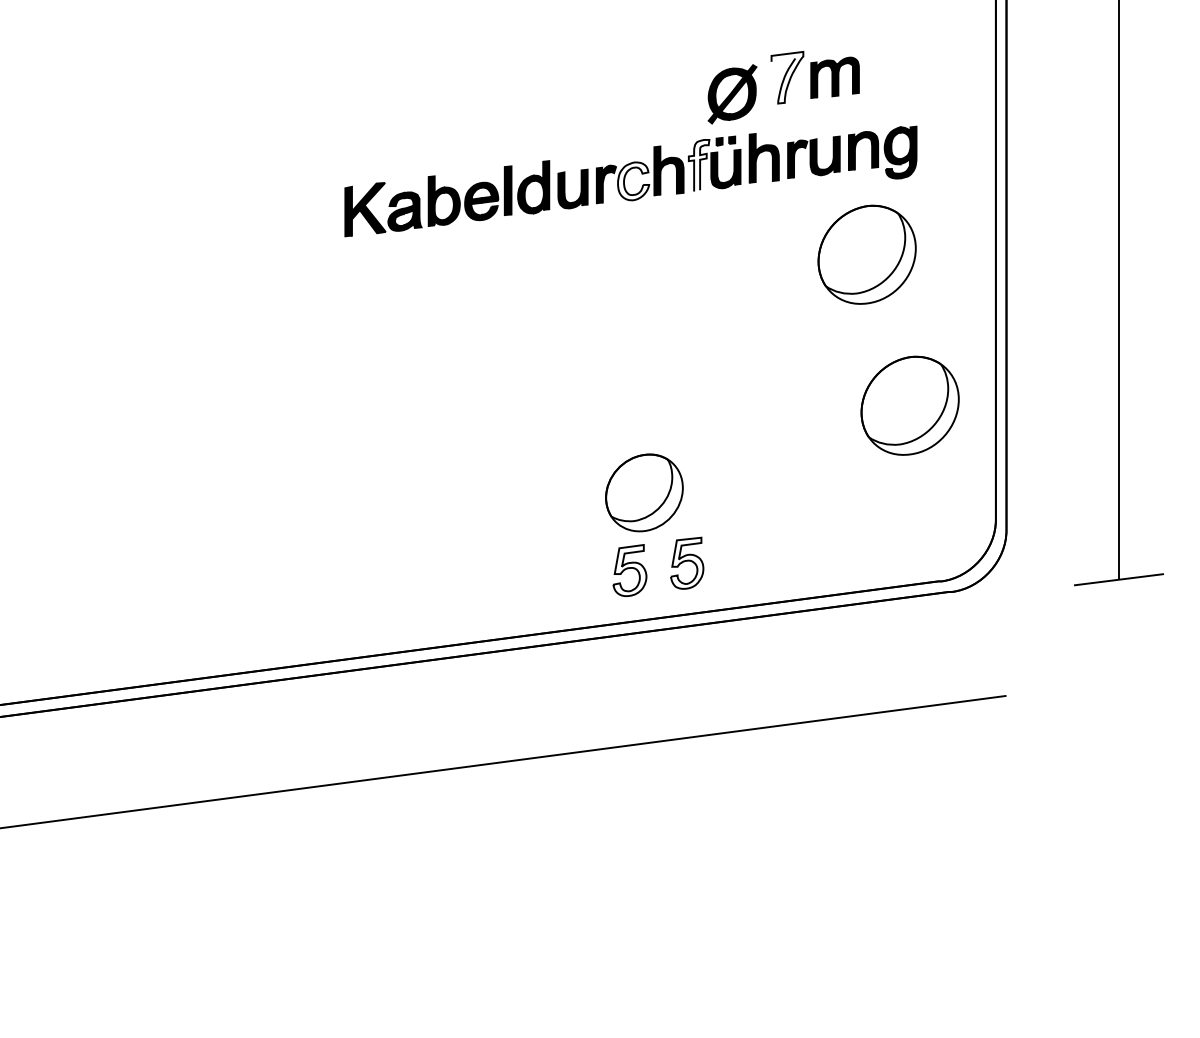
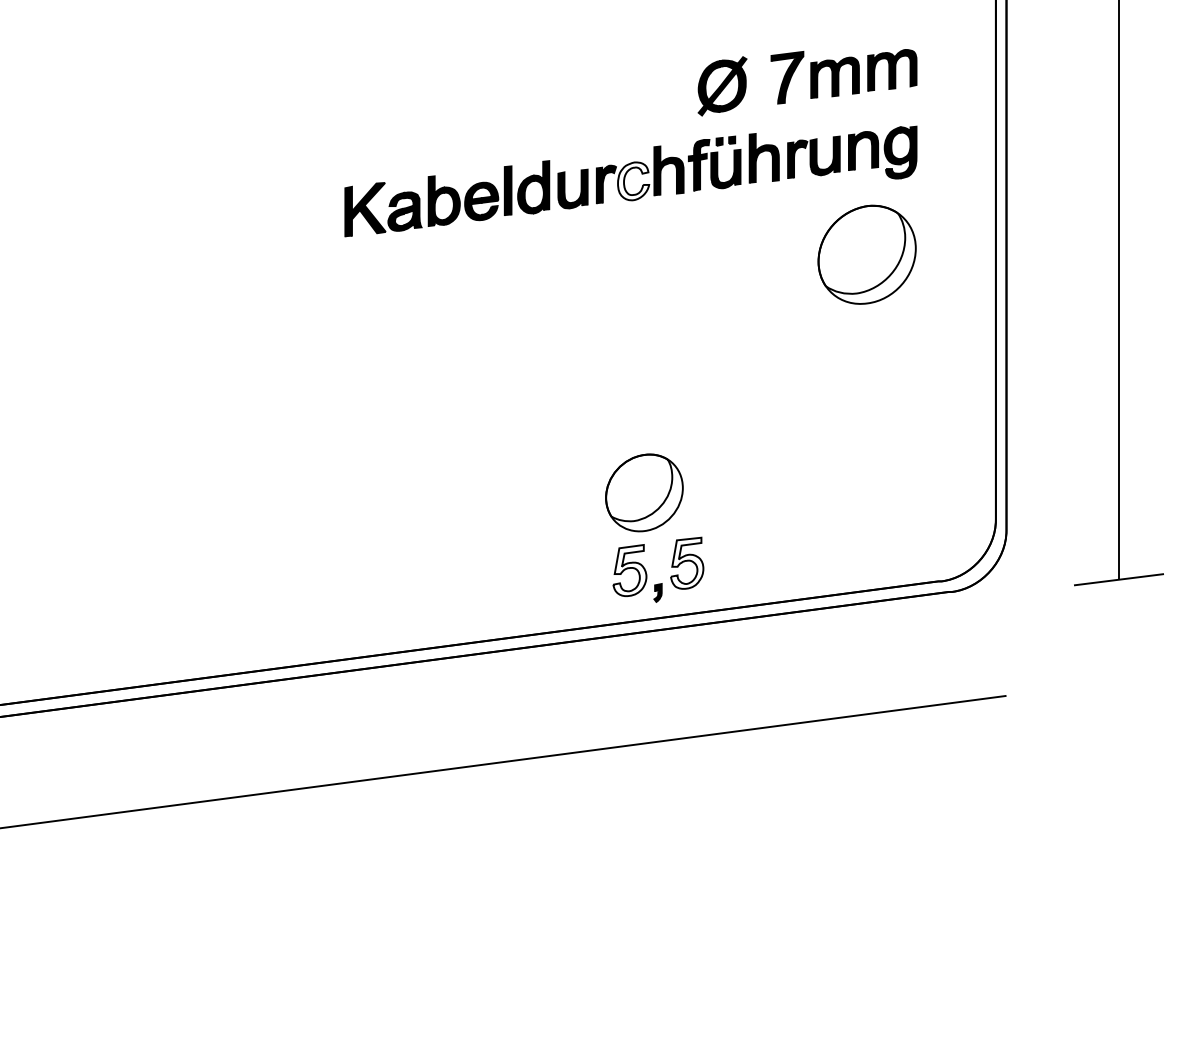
part at (892, 70): none -> present
fill at (787, 77): none -> present
part at (732, 94) position: (732, 94) -> (722, 86)
fill at (698, 165): none -> present
part at (909, 405): present -> none
part at (657, 592): none -> present
